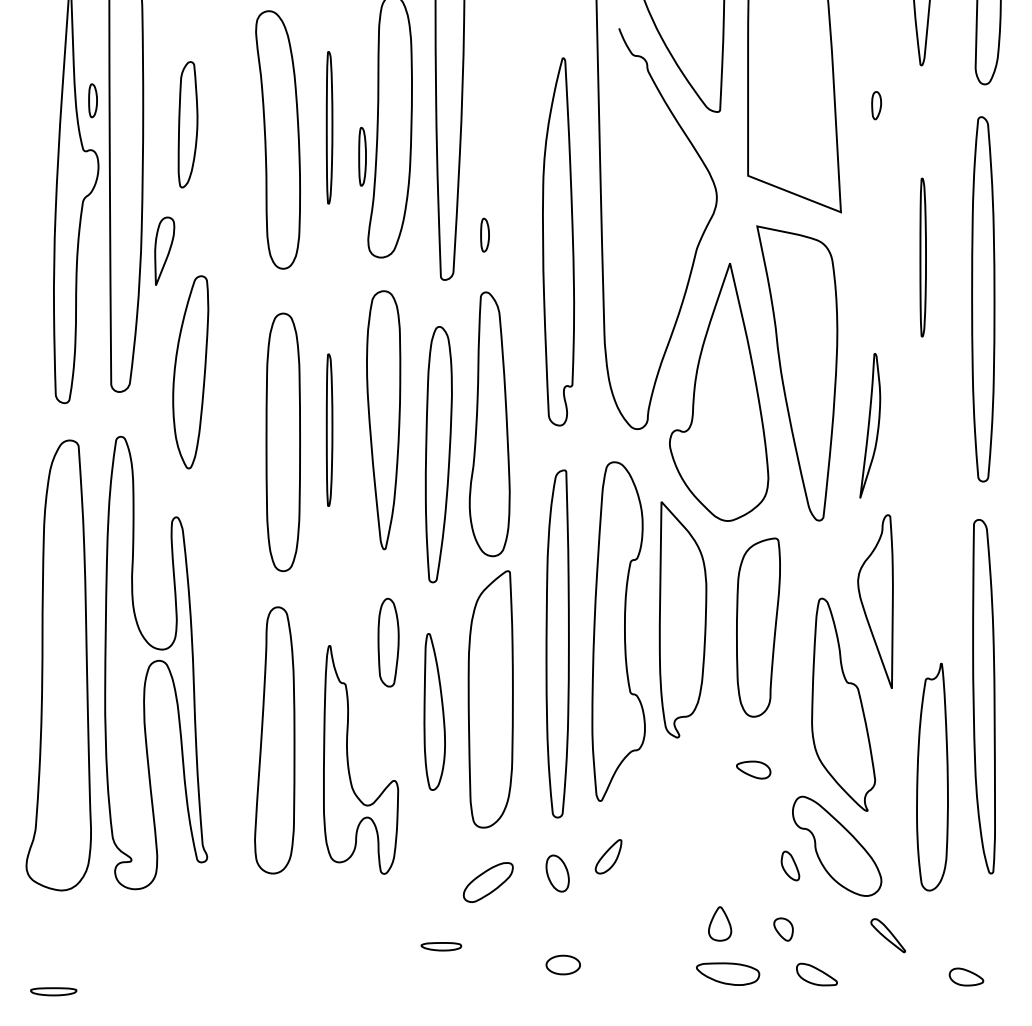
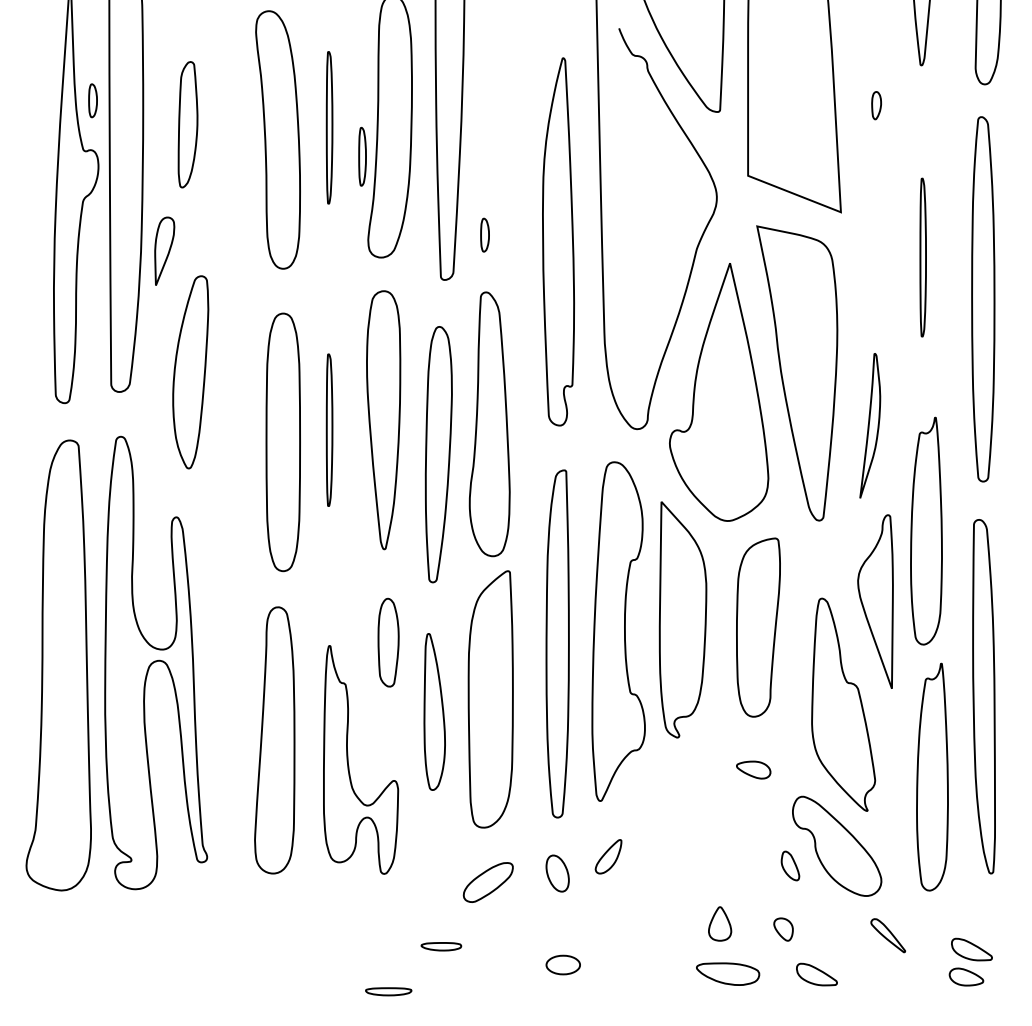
part at (926, 530): none -> present
part at (971, 949): none -> present
part at (53, 991) position: (53, 991) -> (388, 991)
